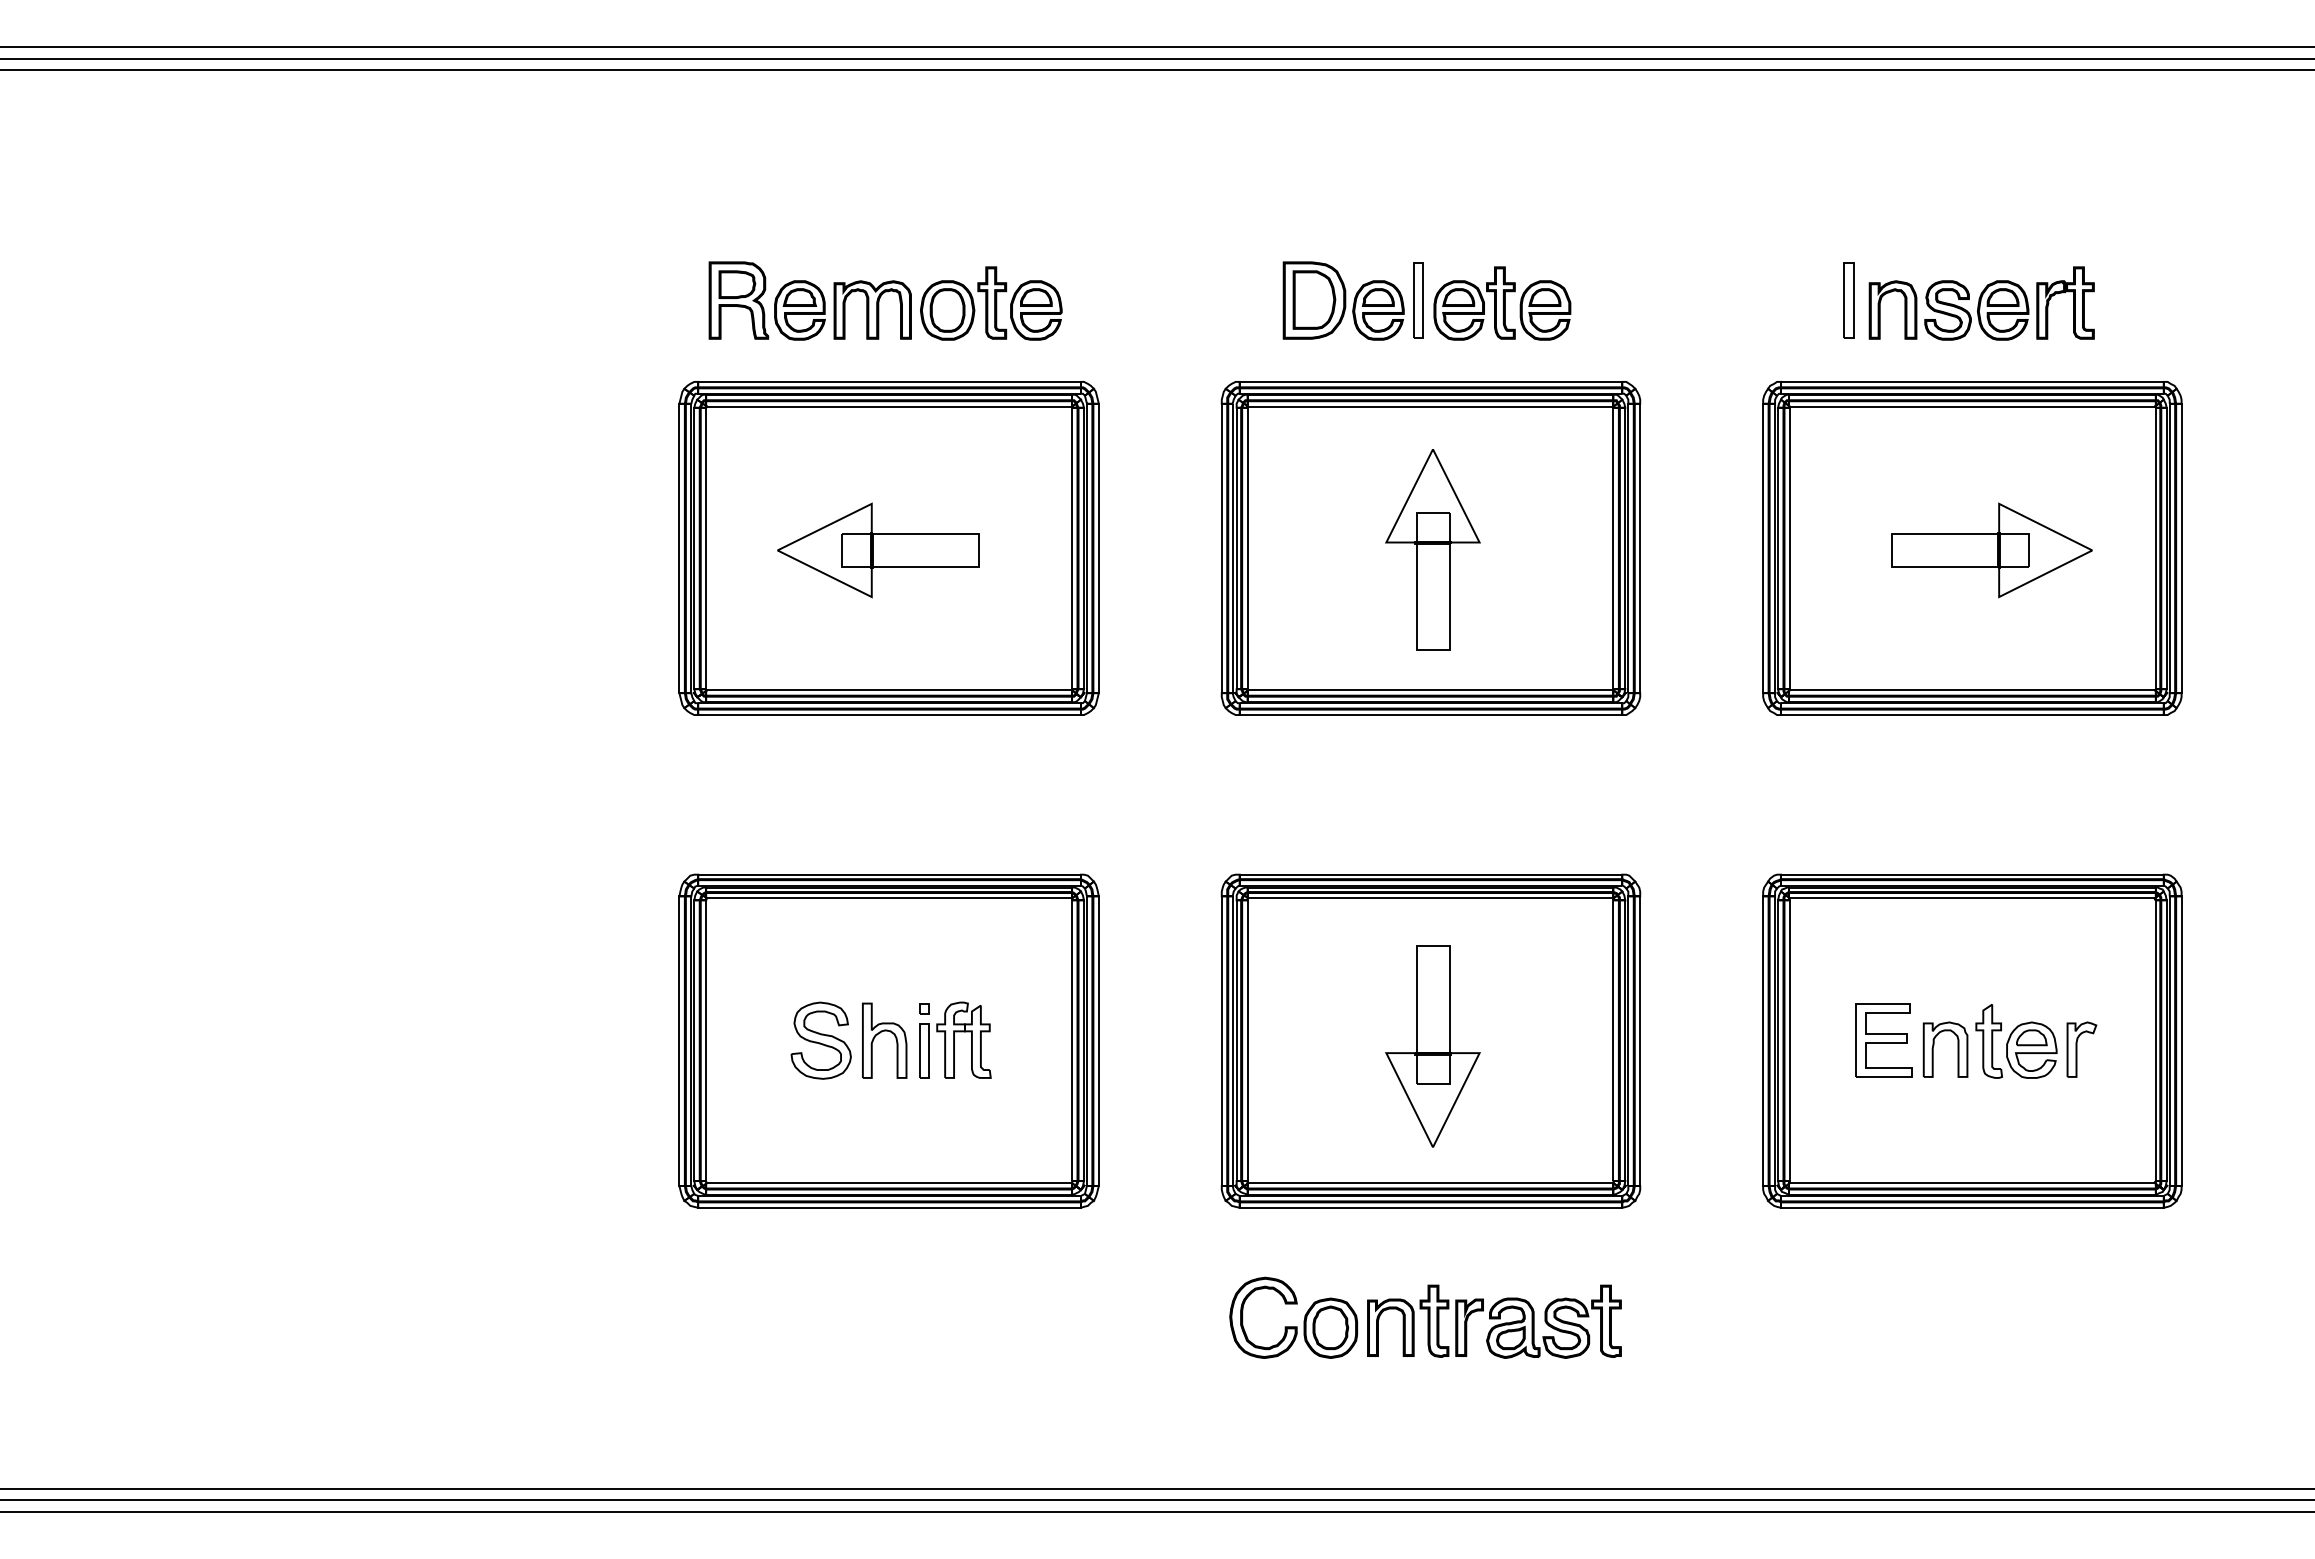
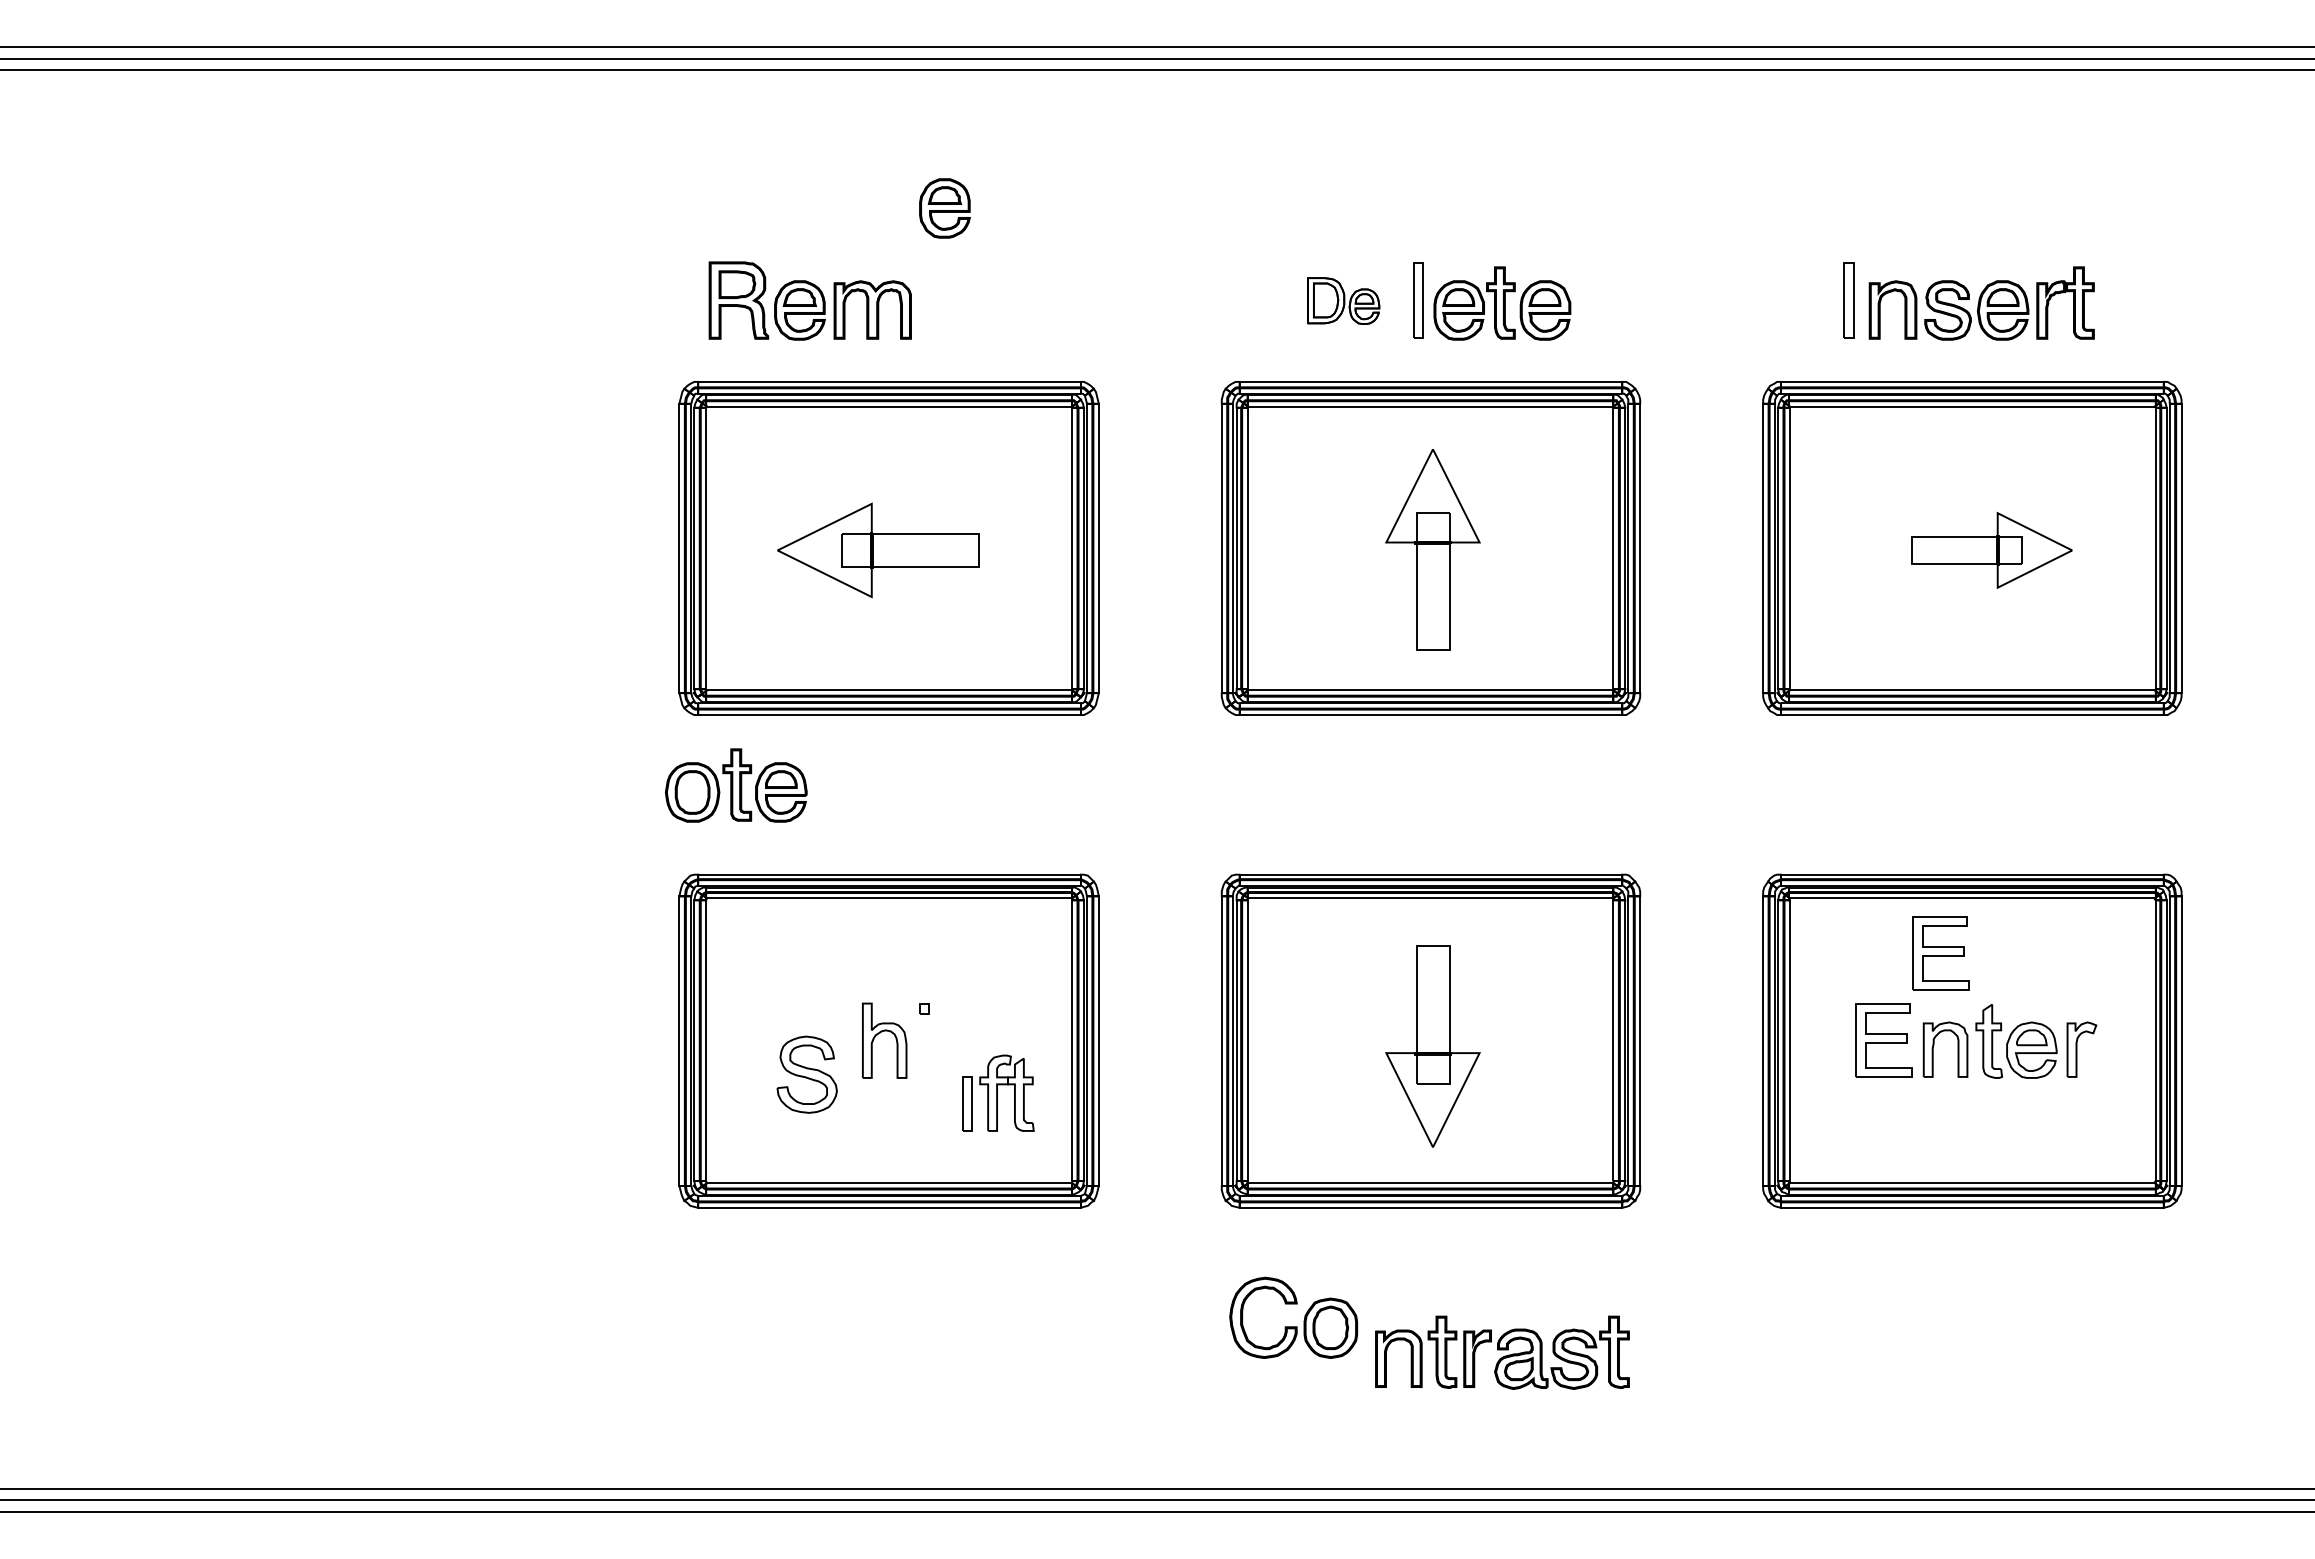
part at (944, 208): none -> present
part at (1343, 300) size: 123x80 px -> 74x48 px
part at (991, 303) position: (991, 303) -> (736, 785)
part at (1991, 550) size: 202x97 px -> 162x77 px
part at (1940, 953): none -> present
part at (955, 1039) position: (955, 1039) -> (998, 1092)
part at (820, 1040) position: (820, 1040) -> (806, 1074)
part at (1494, 1321) position: (1494, 1321) -> (1502, 1352)
